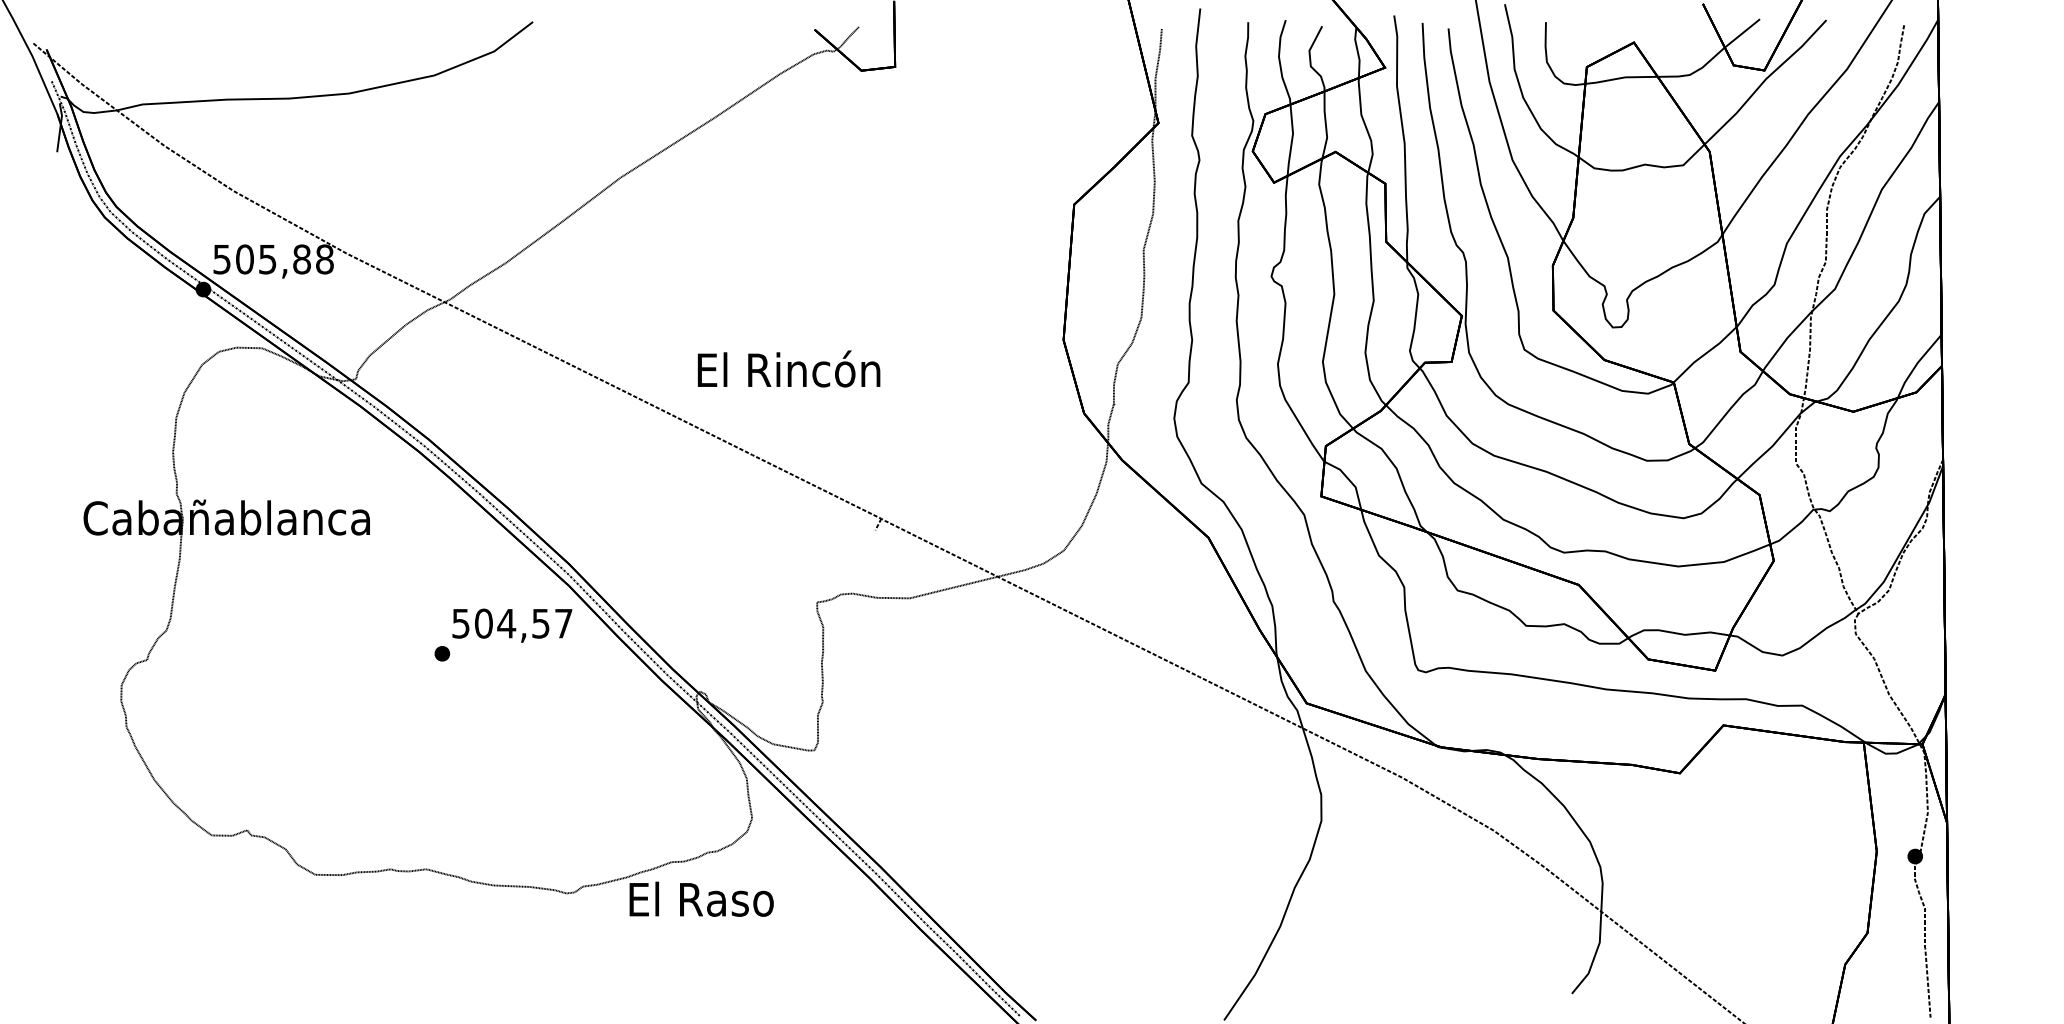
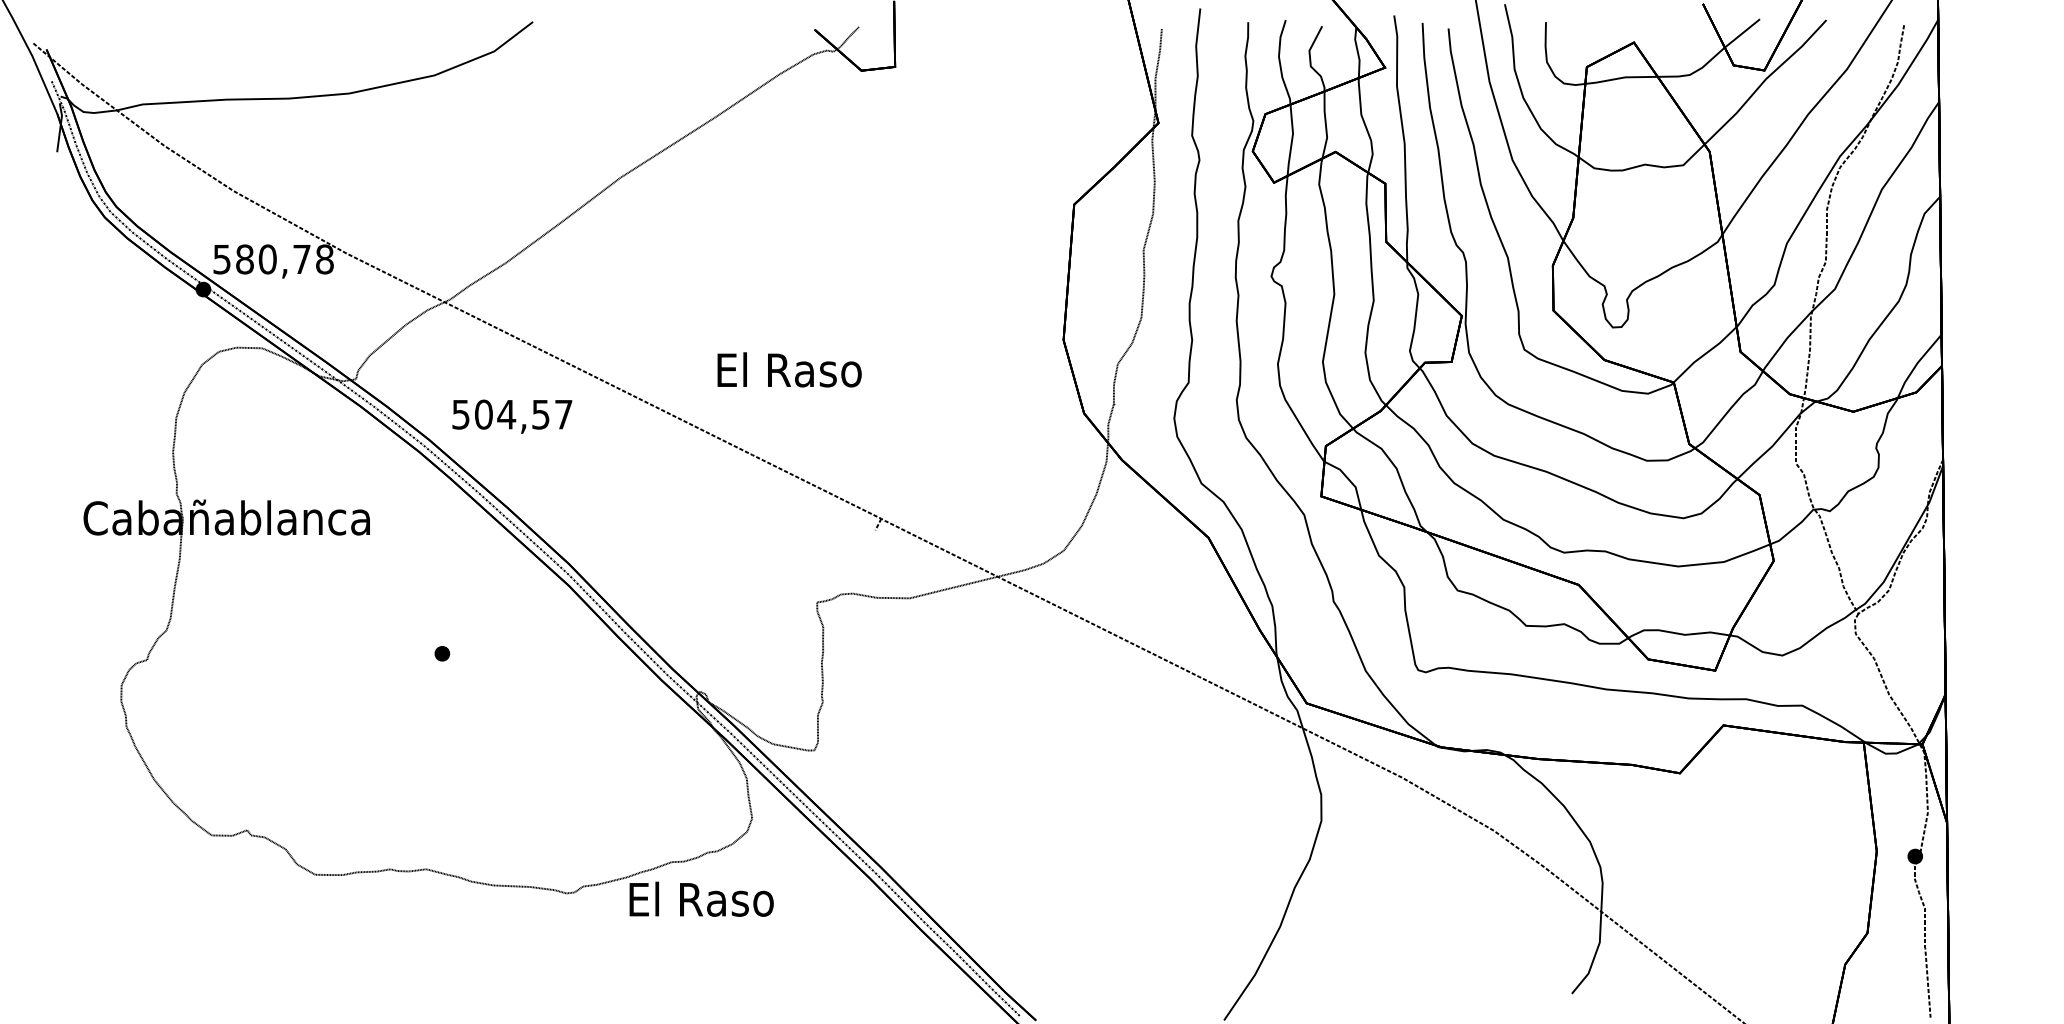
text at (273, 259): 505,88 -> 580,78
text at (788, 368): El Rincón -> El Raso
text at (512, 625) position: (512, 625) -> (512, 416)
